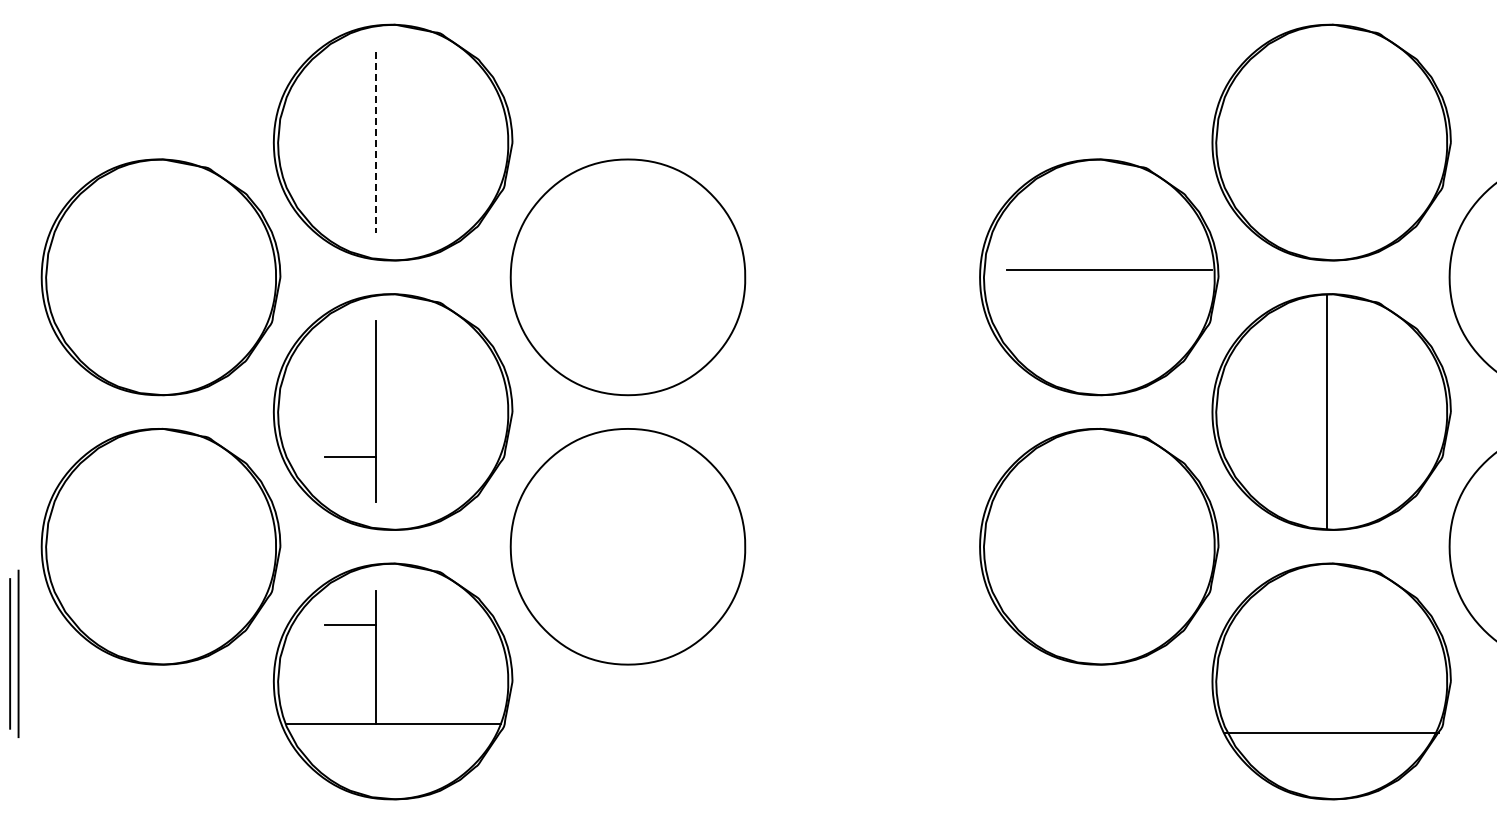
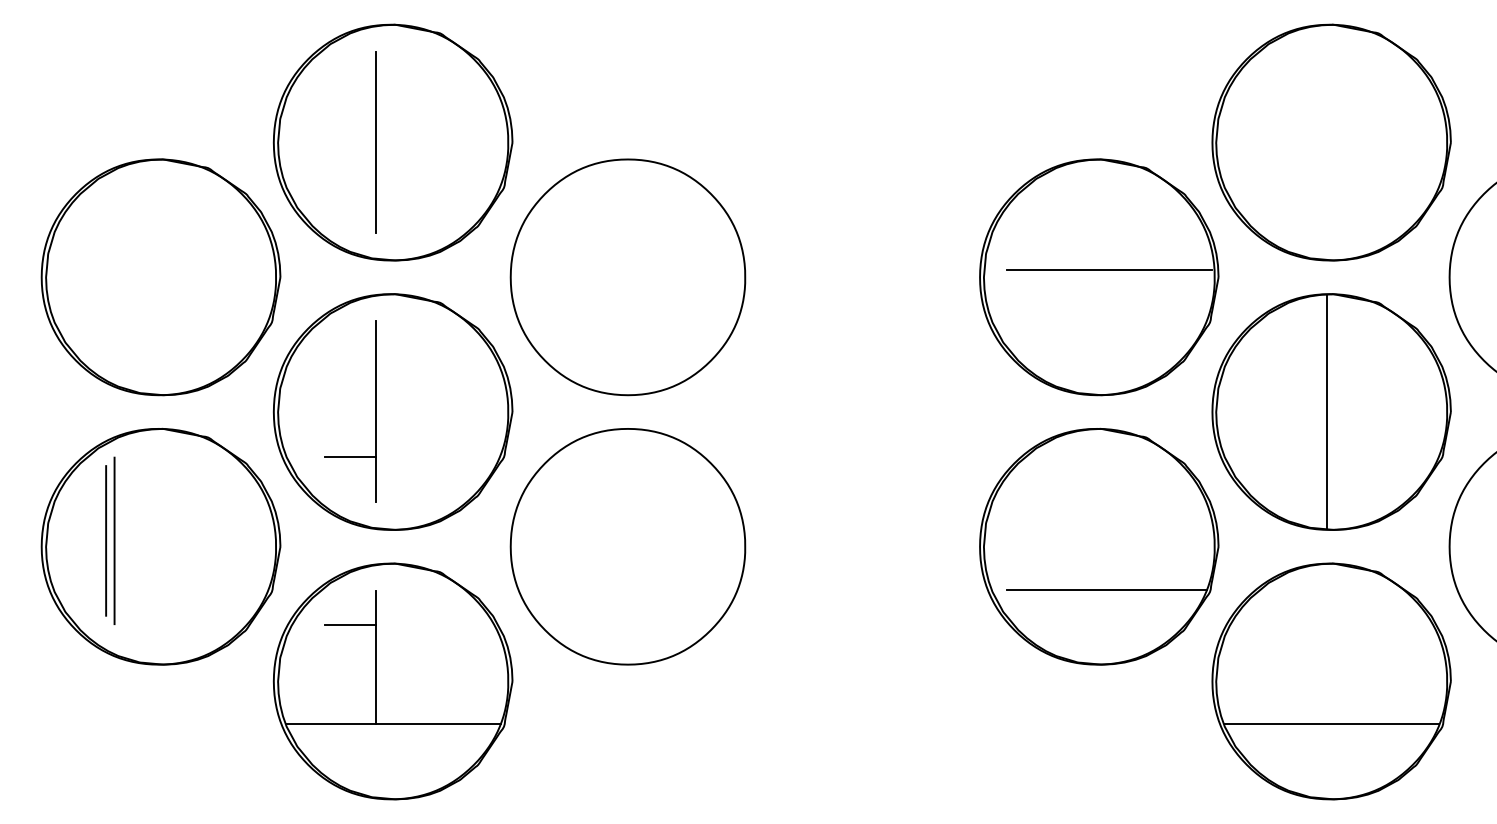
line at (375, 142): dashed -> solid
line at (1106, 589): none -> present
part at (14, 653) position: (14, 653) -> (110, 540)
line at (1331, 733) position: (1331, 733) -> (1331, 724)
